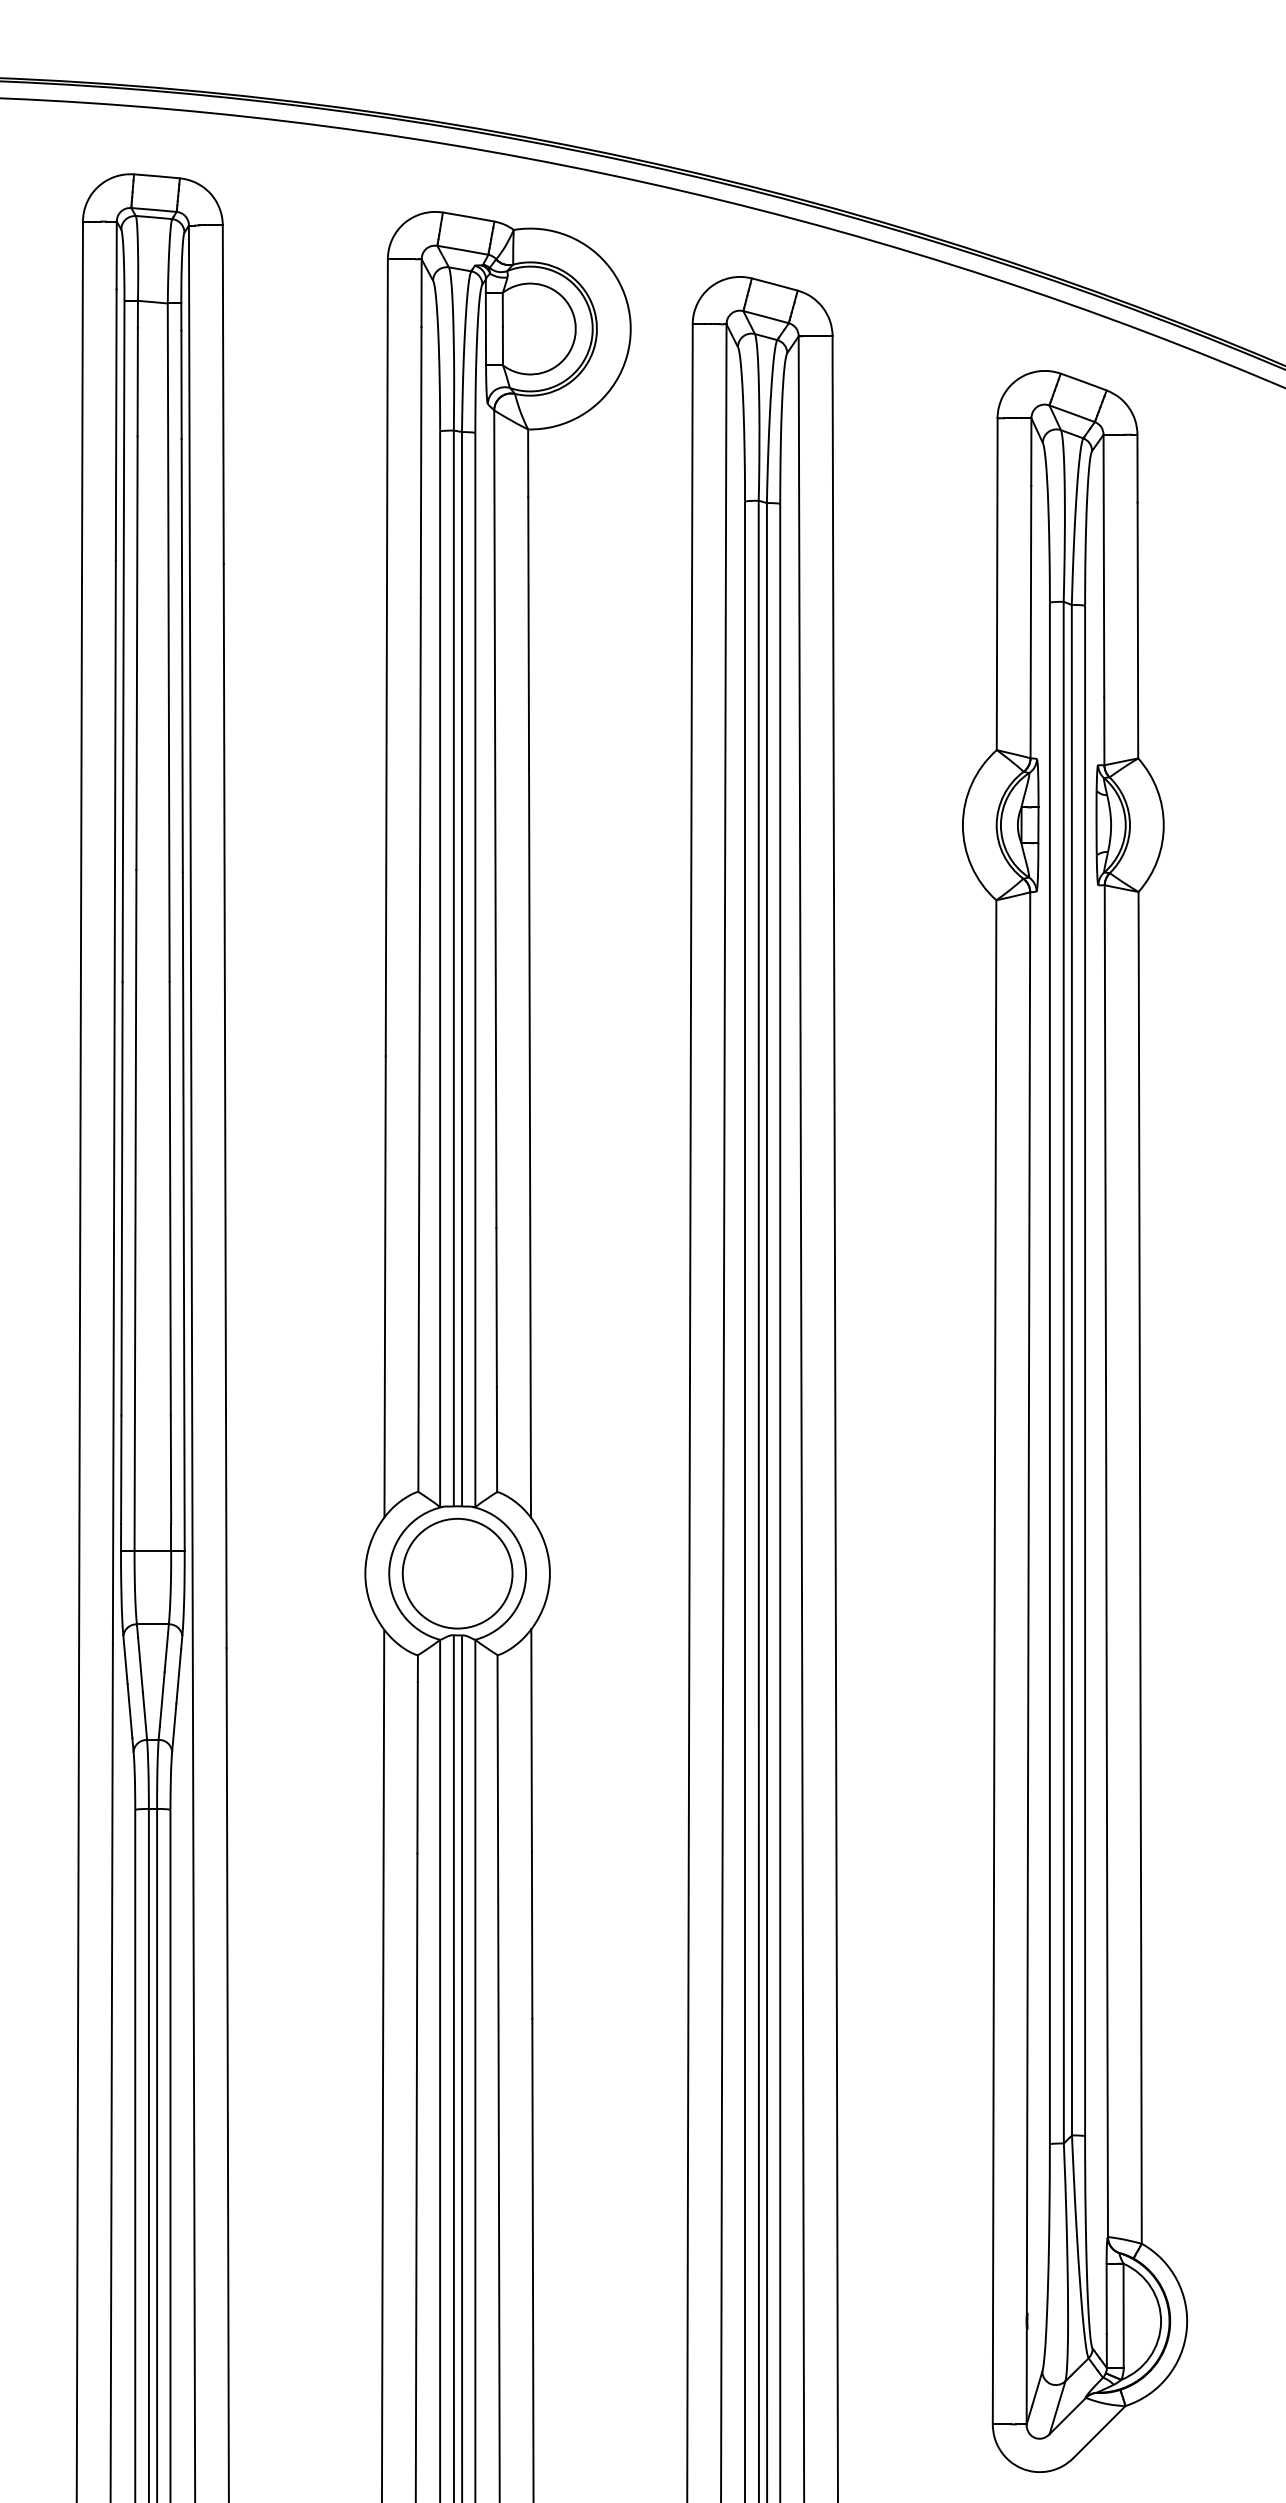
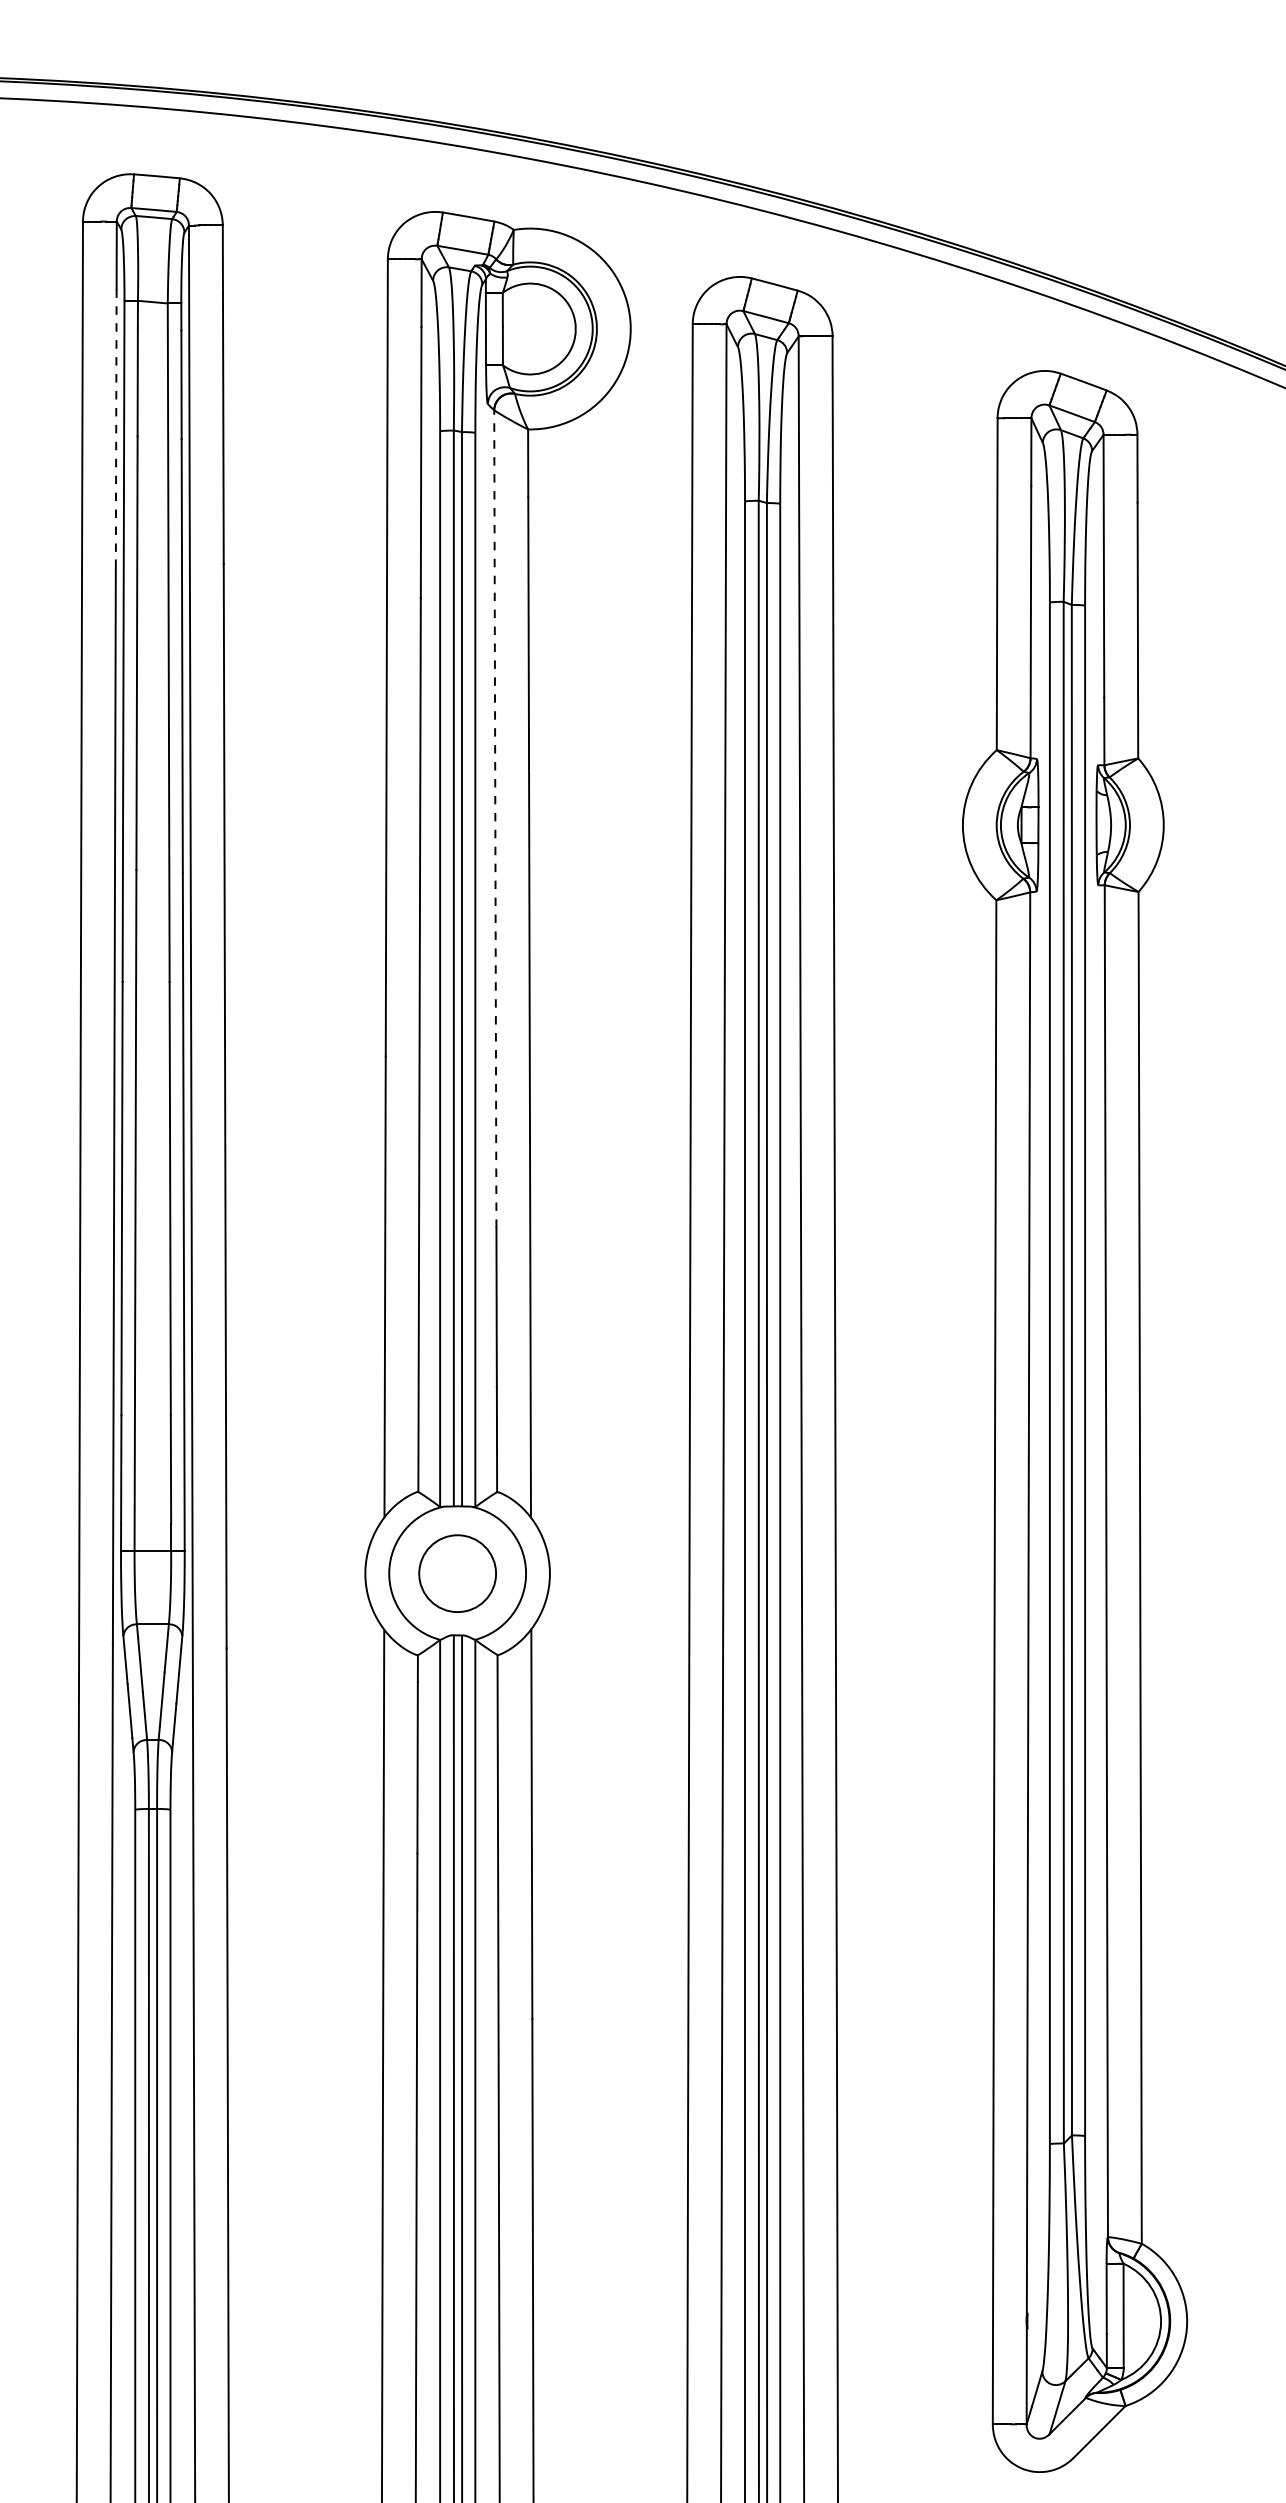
line at (116, 424): solid -> dashed
line at (495, 819): solid -> dashed
circle at (457, 1573) diameter: 110 px -> 77 px
